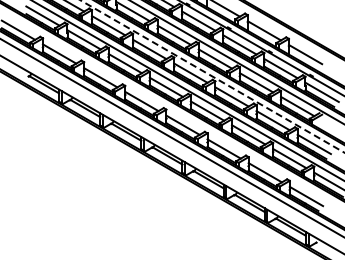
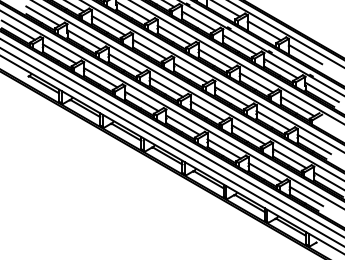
line at (286, 34): none -> present
line at (212, 76): dashed -> solid
line at (171, 109): none -> present
line at (171, 147): none -> present
